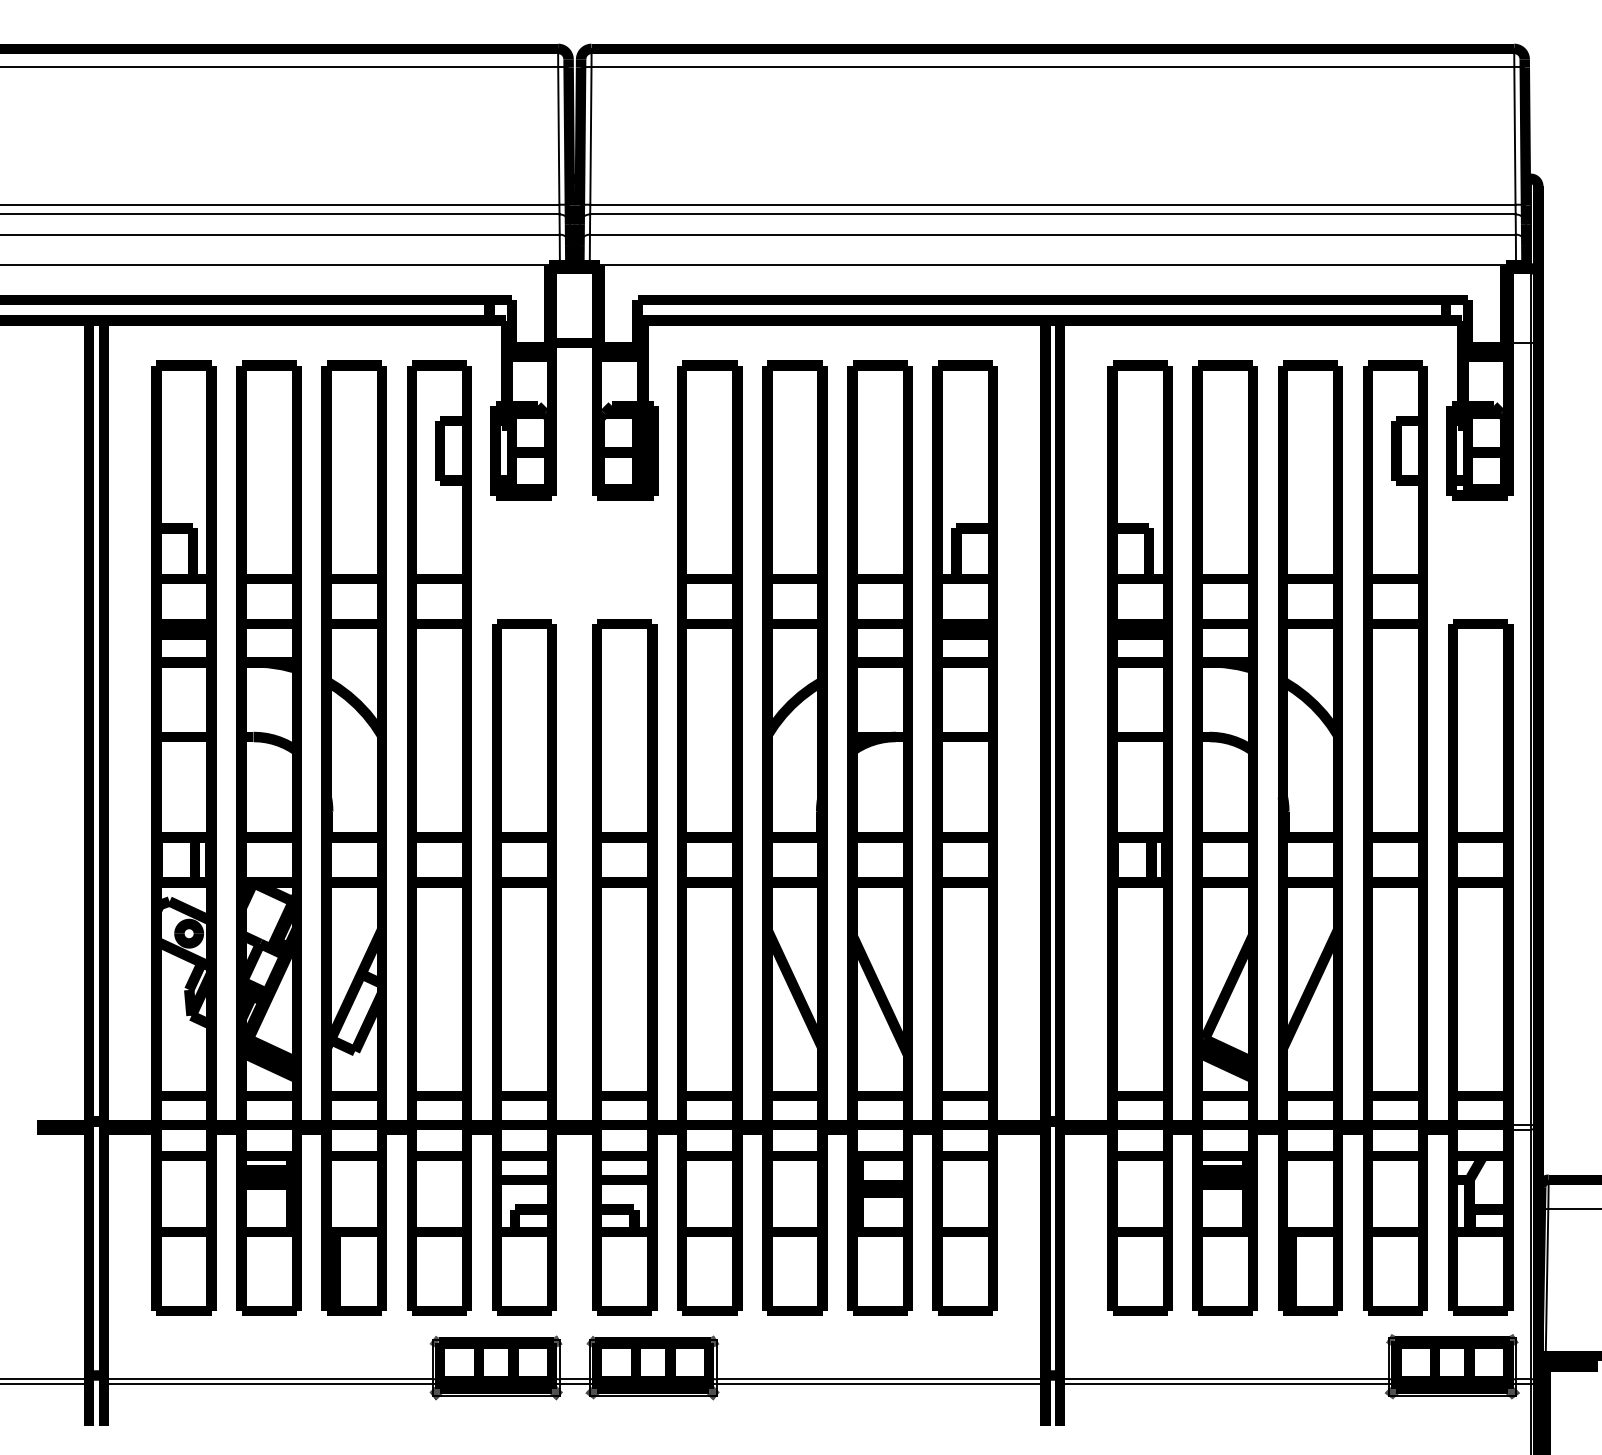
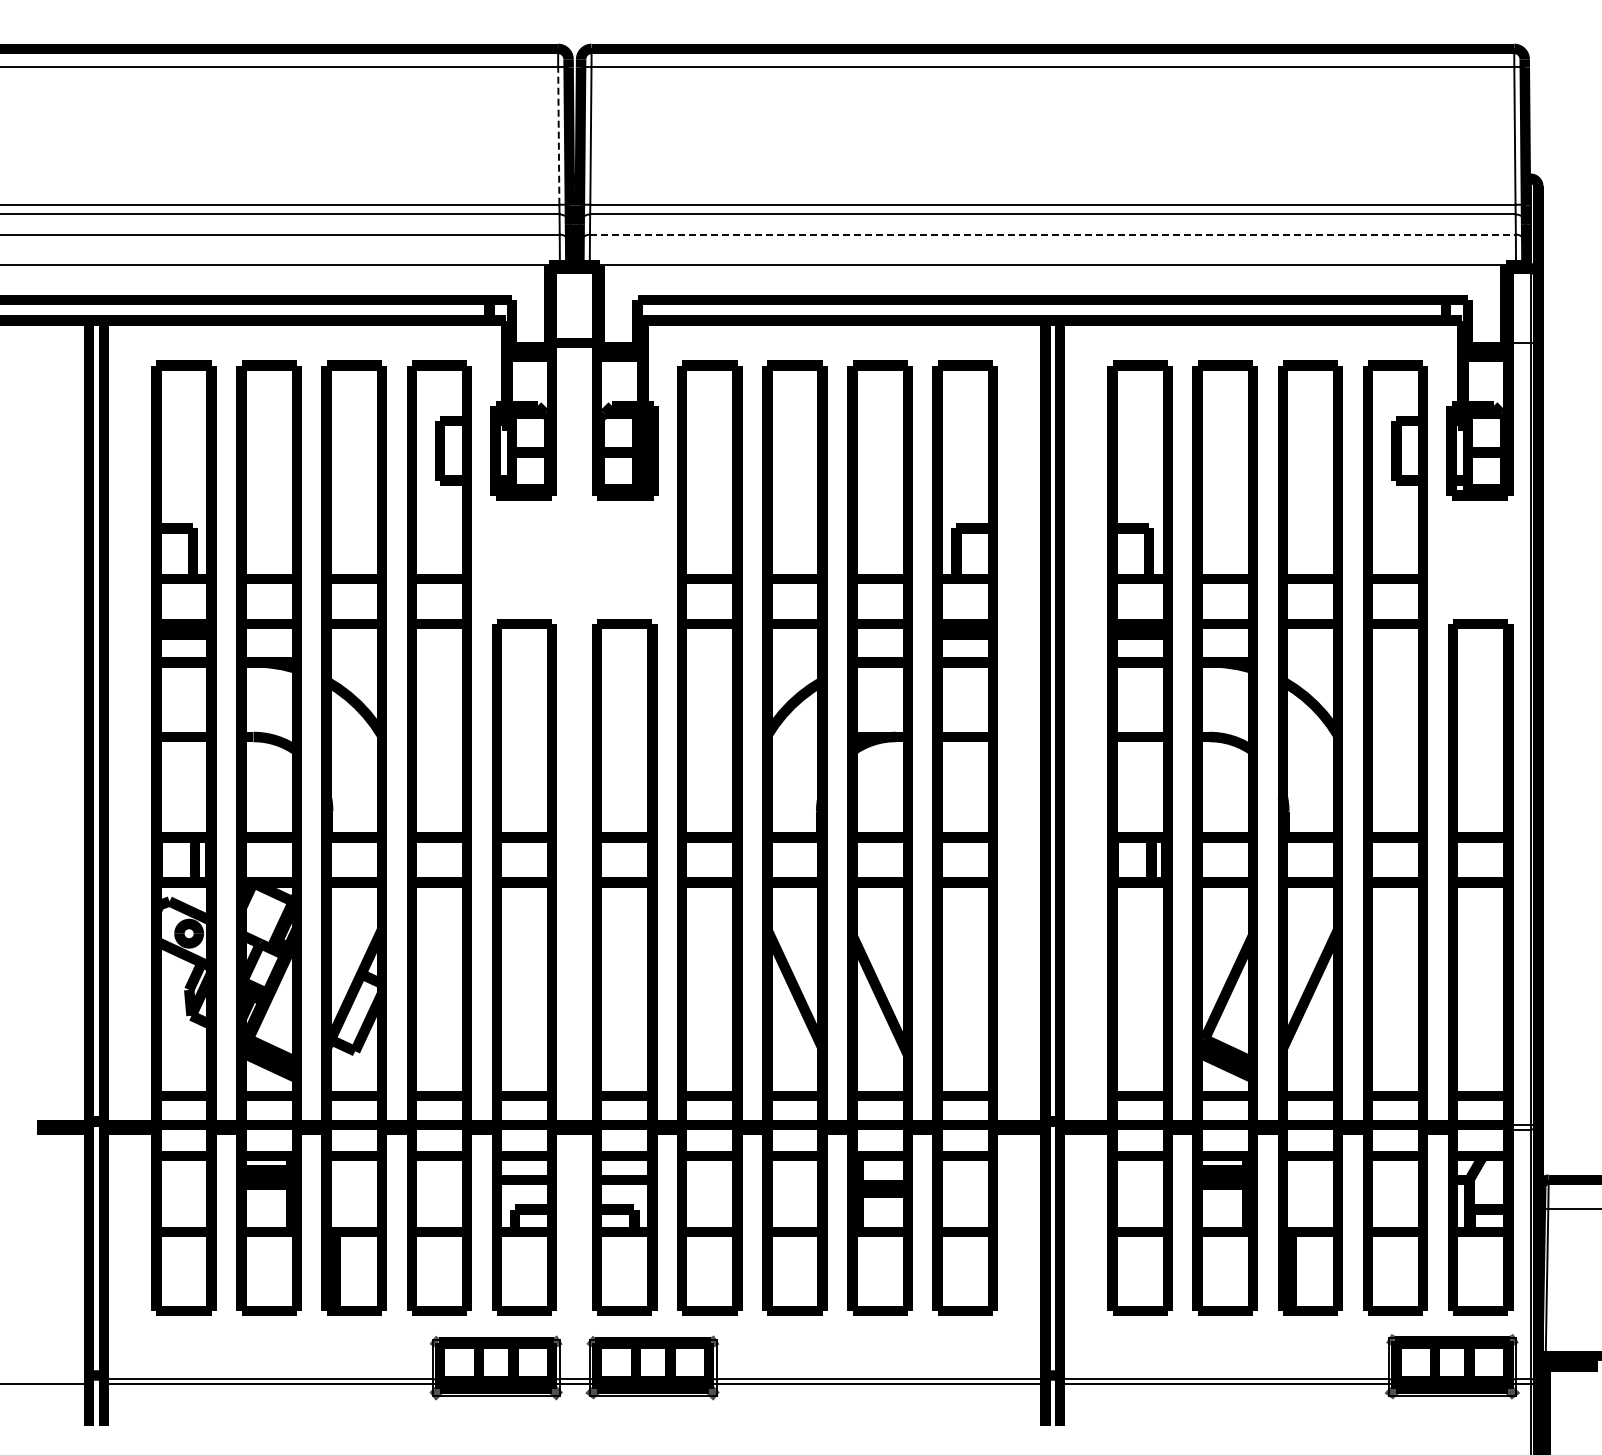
line at (558, 135): solid -> dashed
line at (1052, 234): solid -> dashed
line at (45, 1379): present -> none
